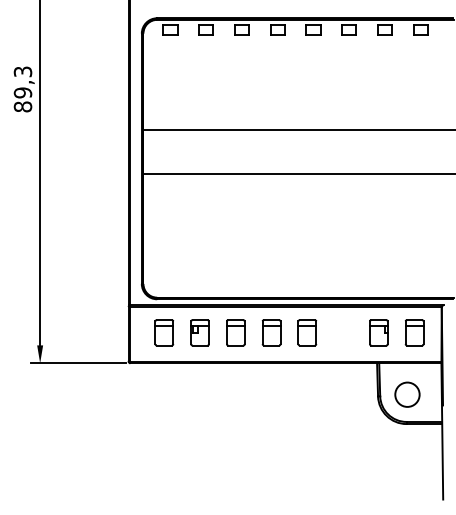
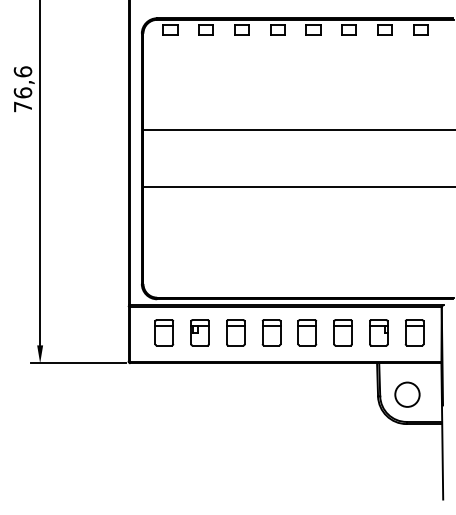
text at (22, 89): 89,3 -> 76,6
line at (297, 174) position: (297, 174) -> (297, 187)
part at (342, 332): none -> present
